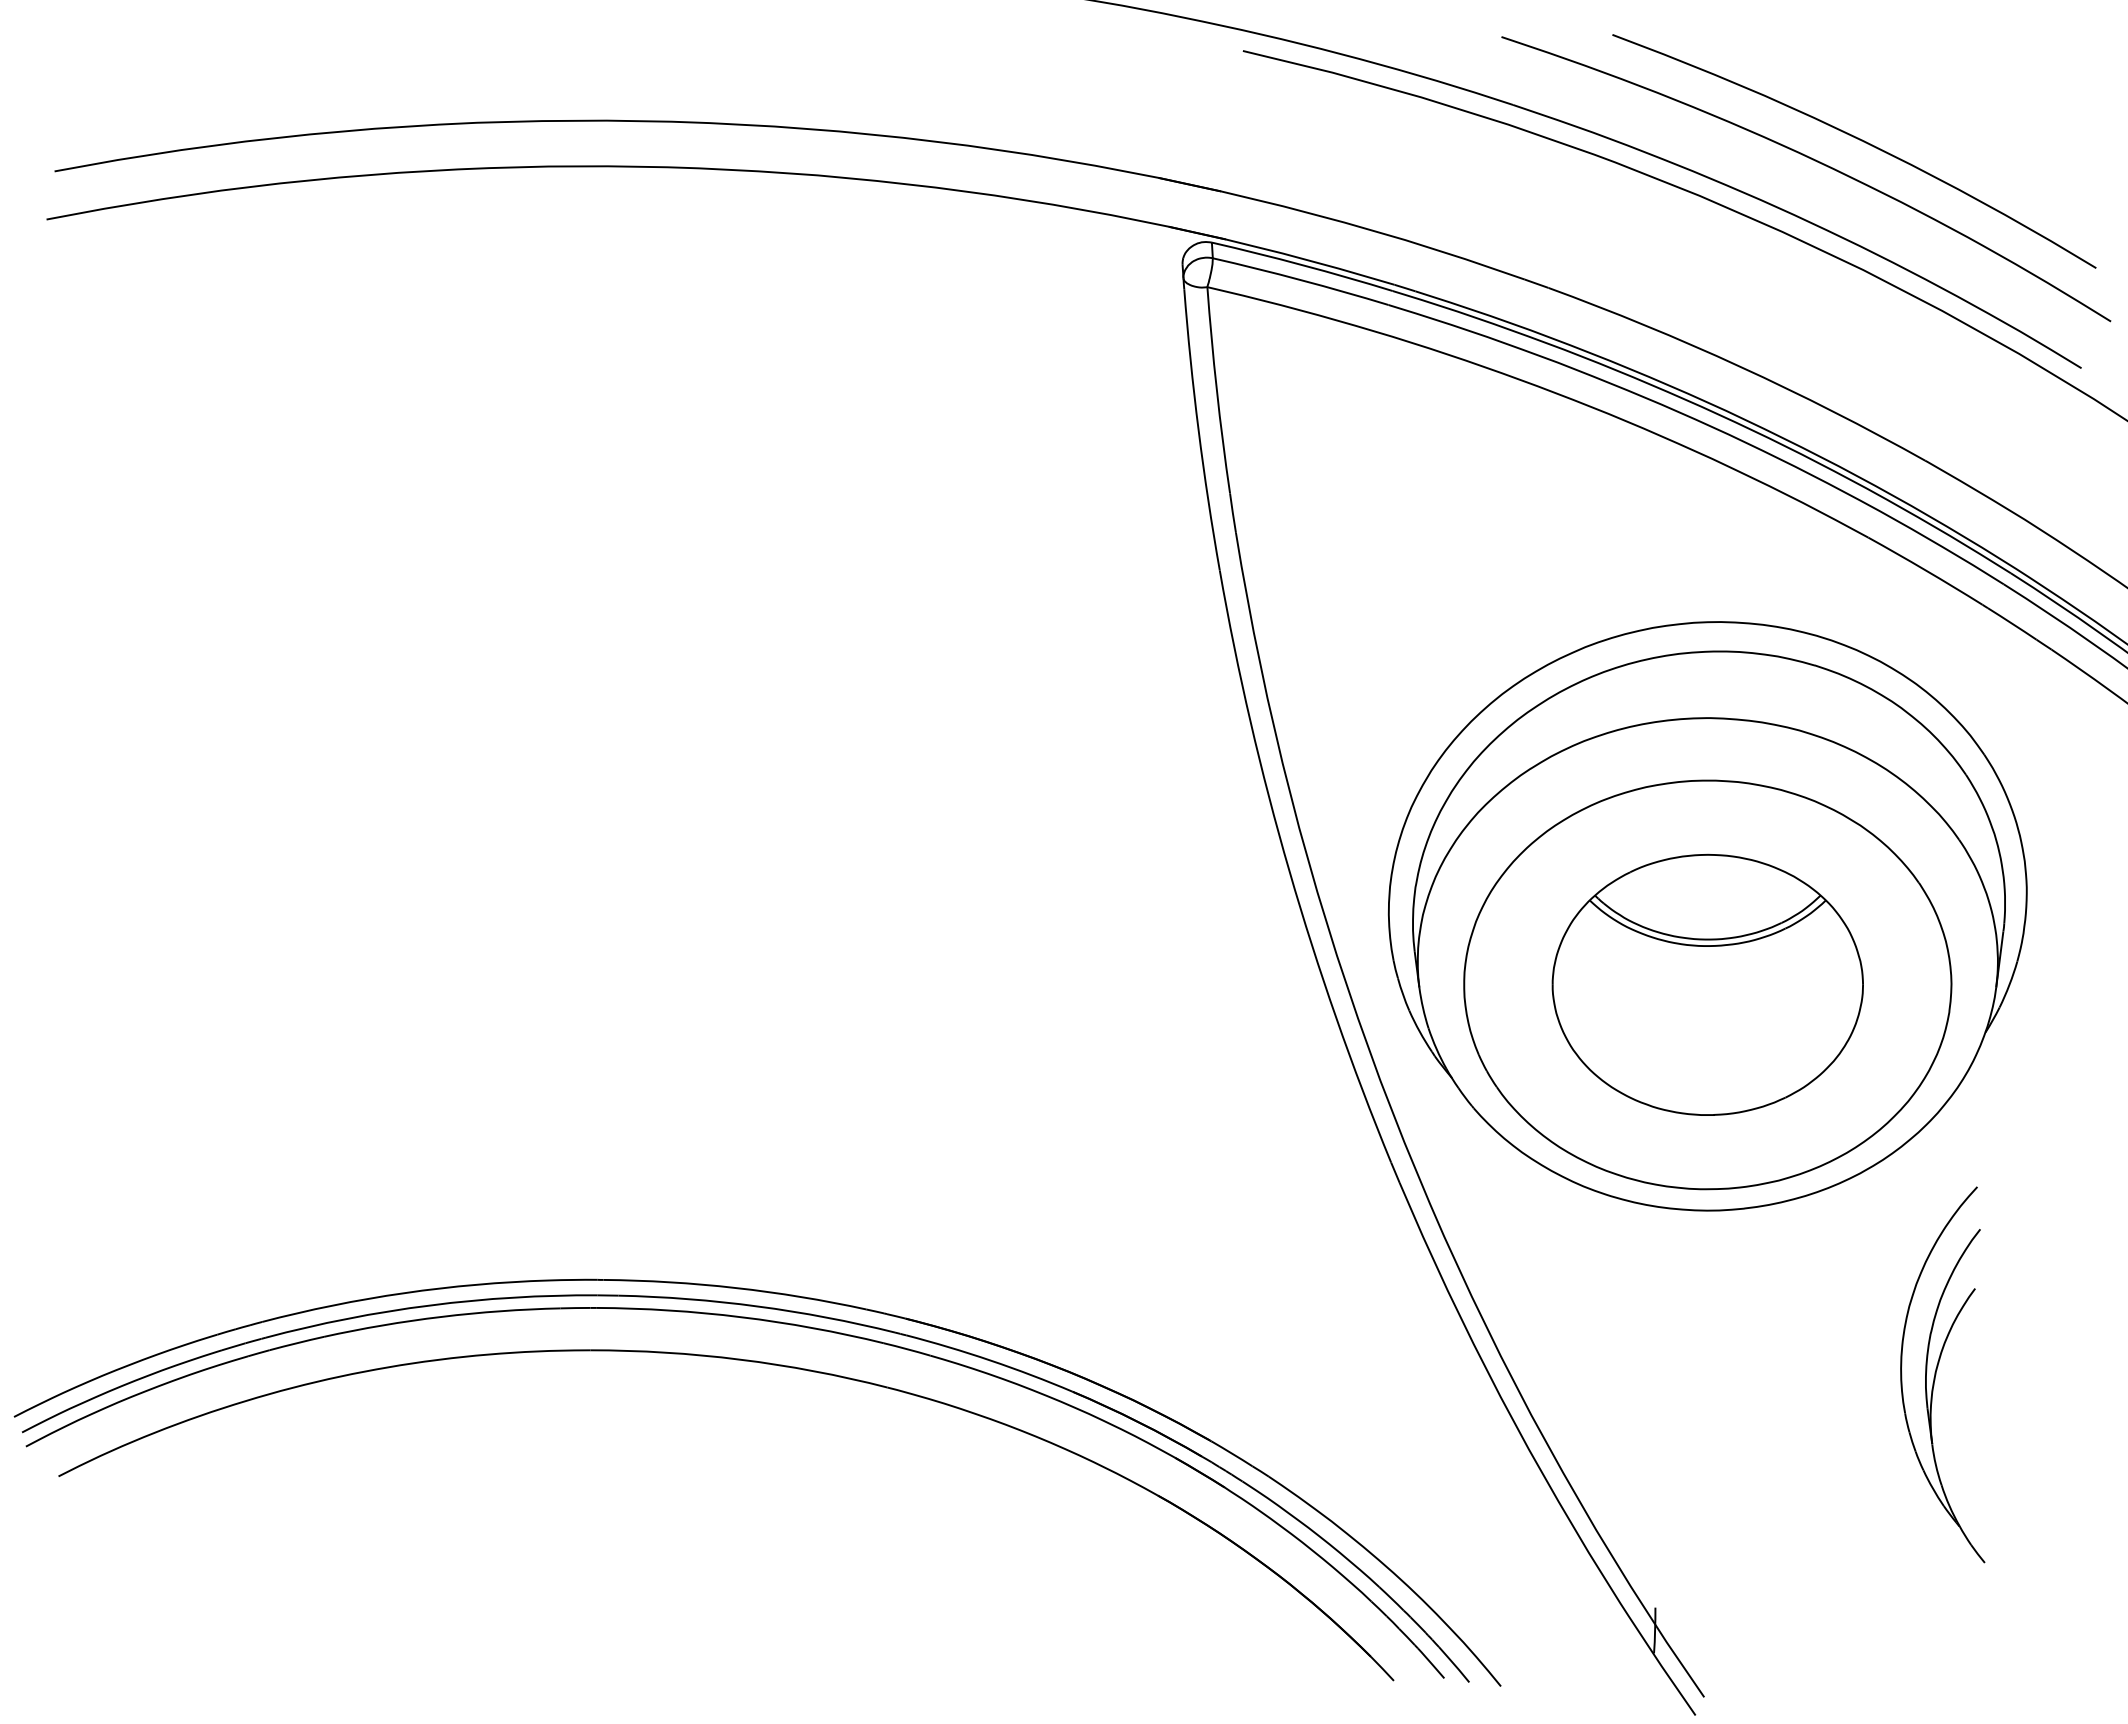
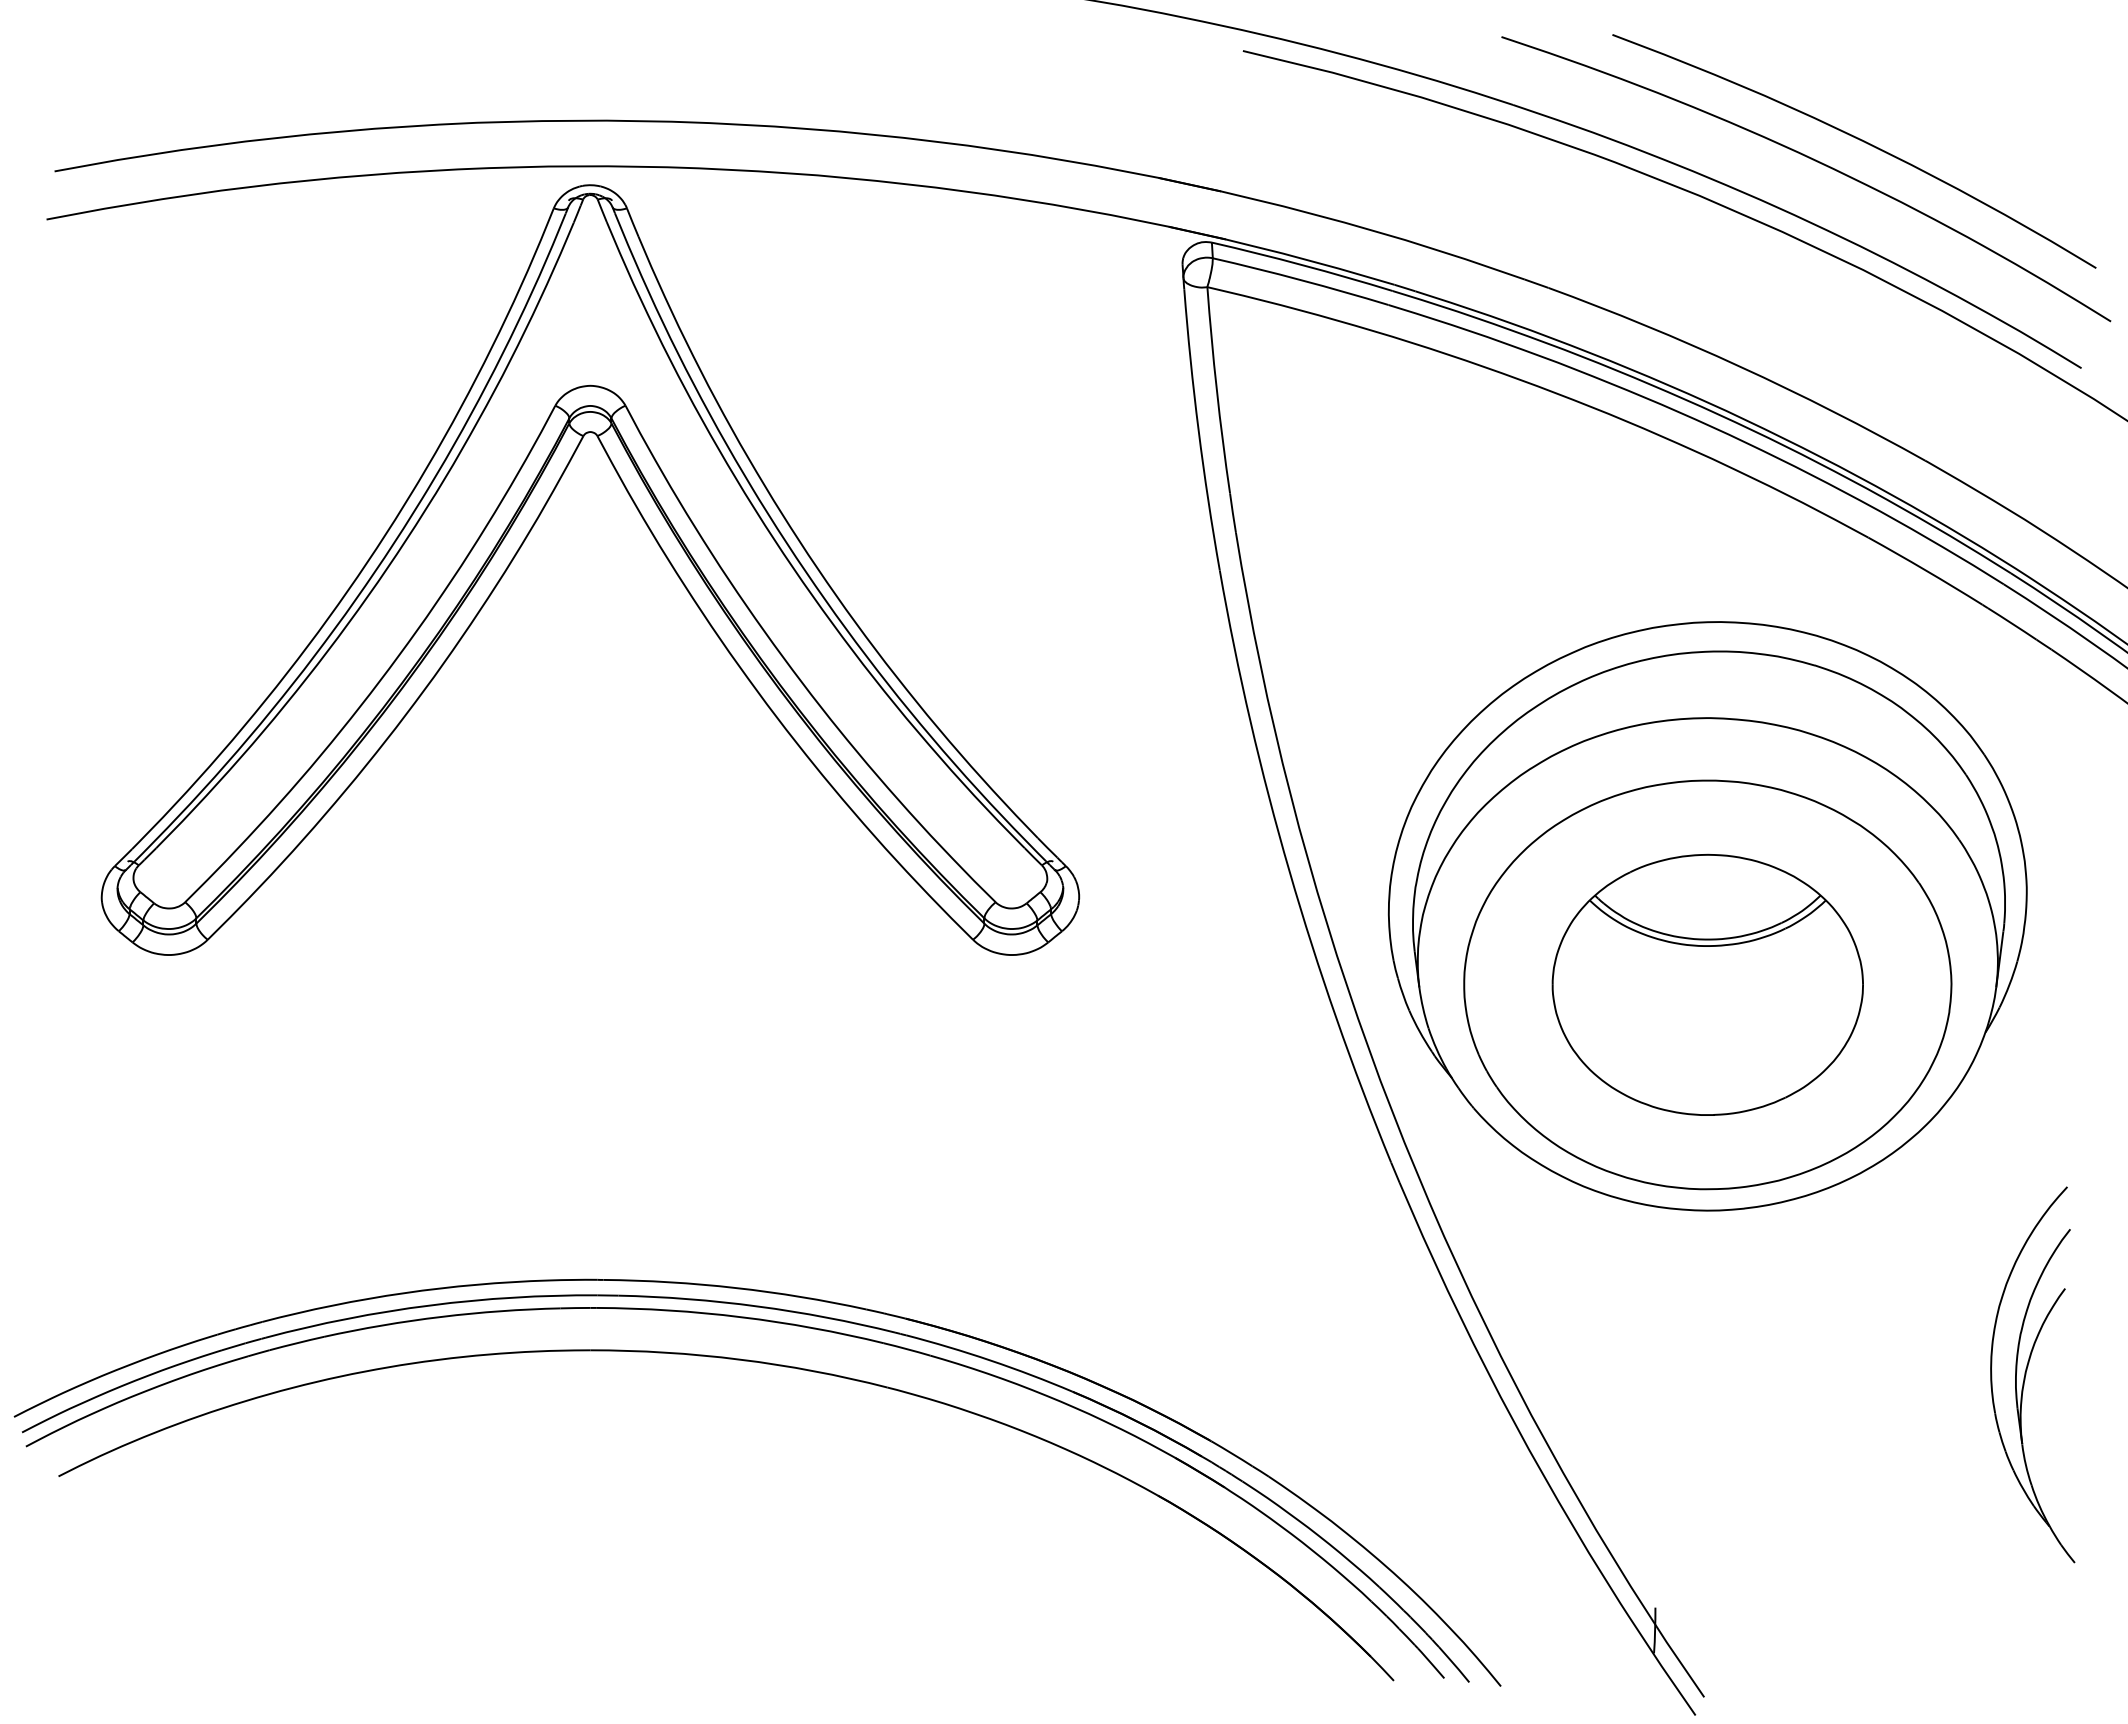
part at (651, 534): none -> present
part at (1942, 1374) position: (1942, 1374) -> (2032, 1374)
